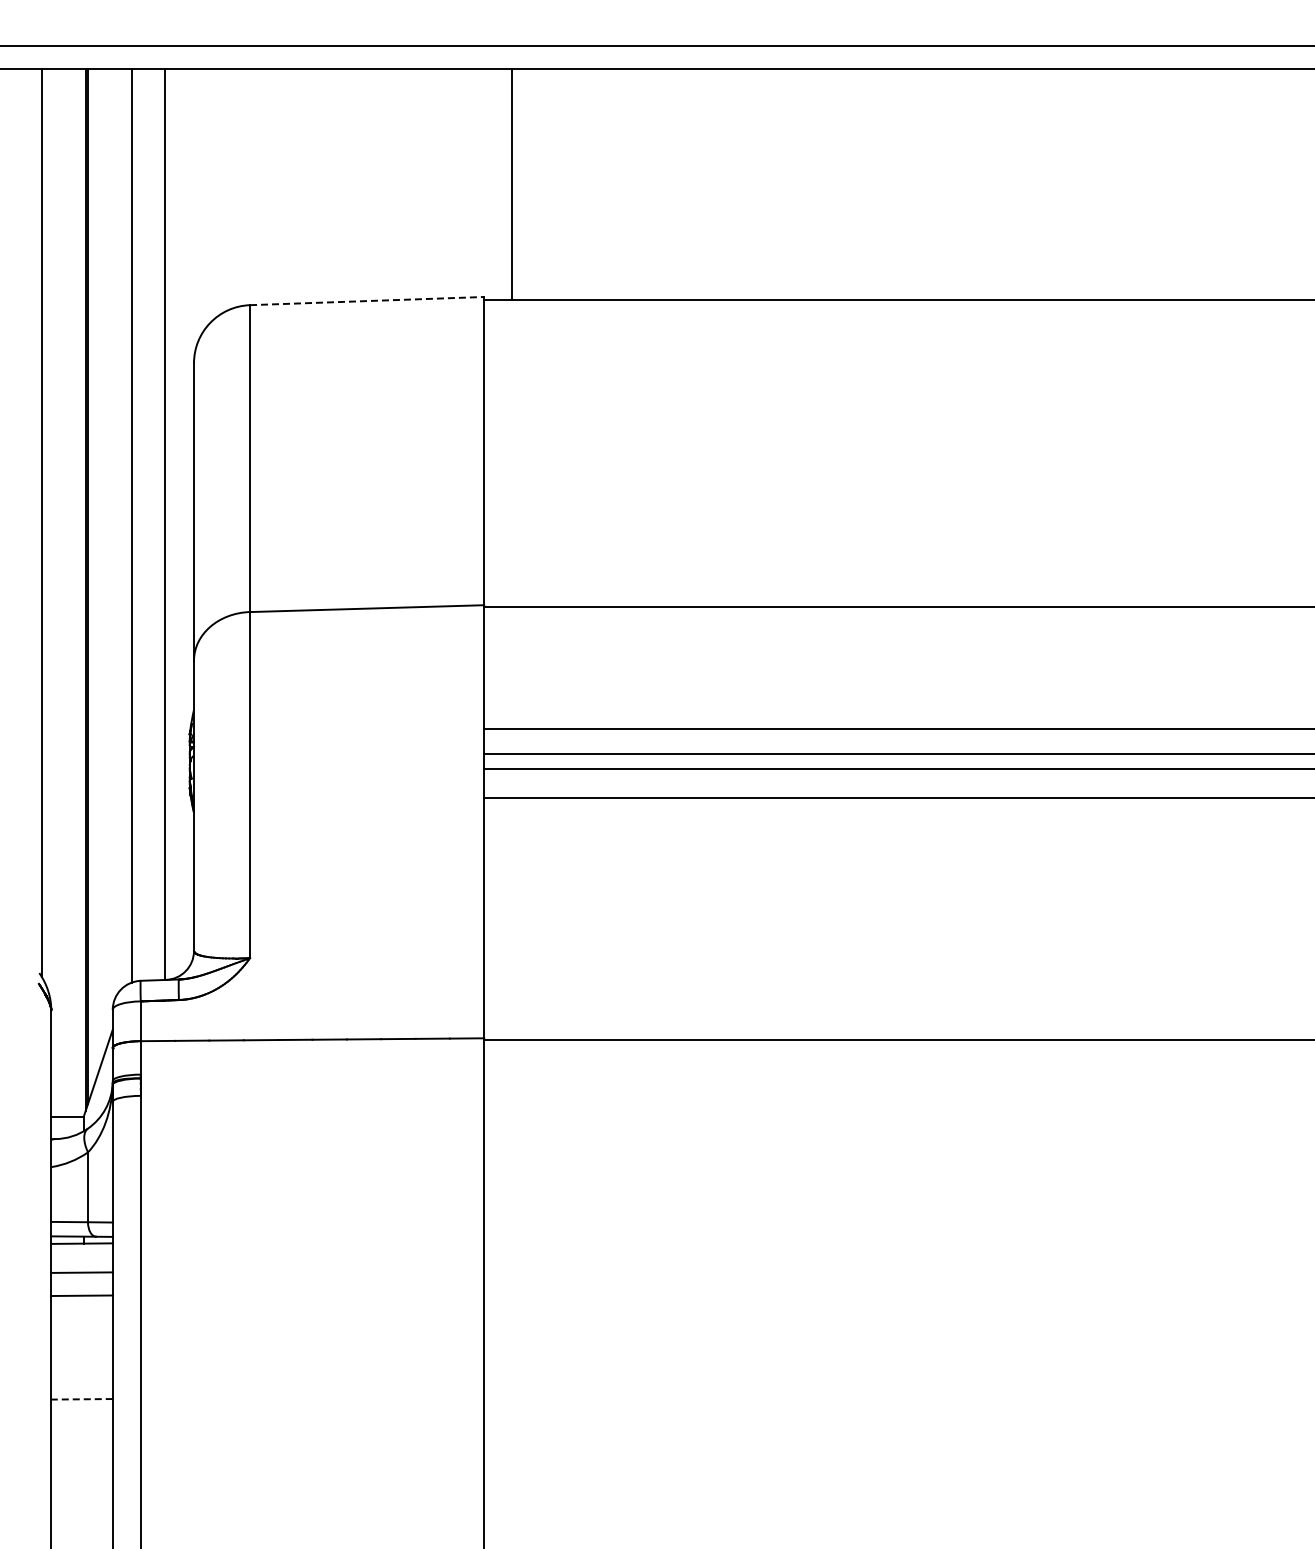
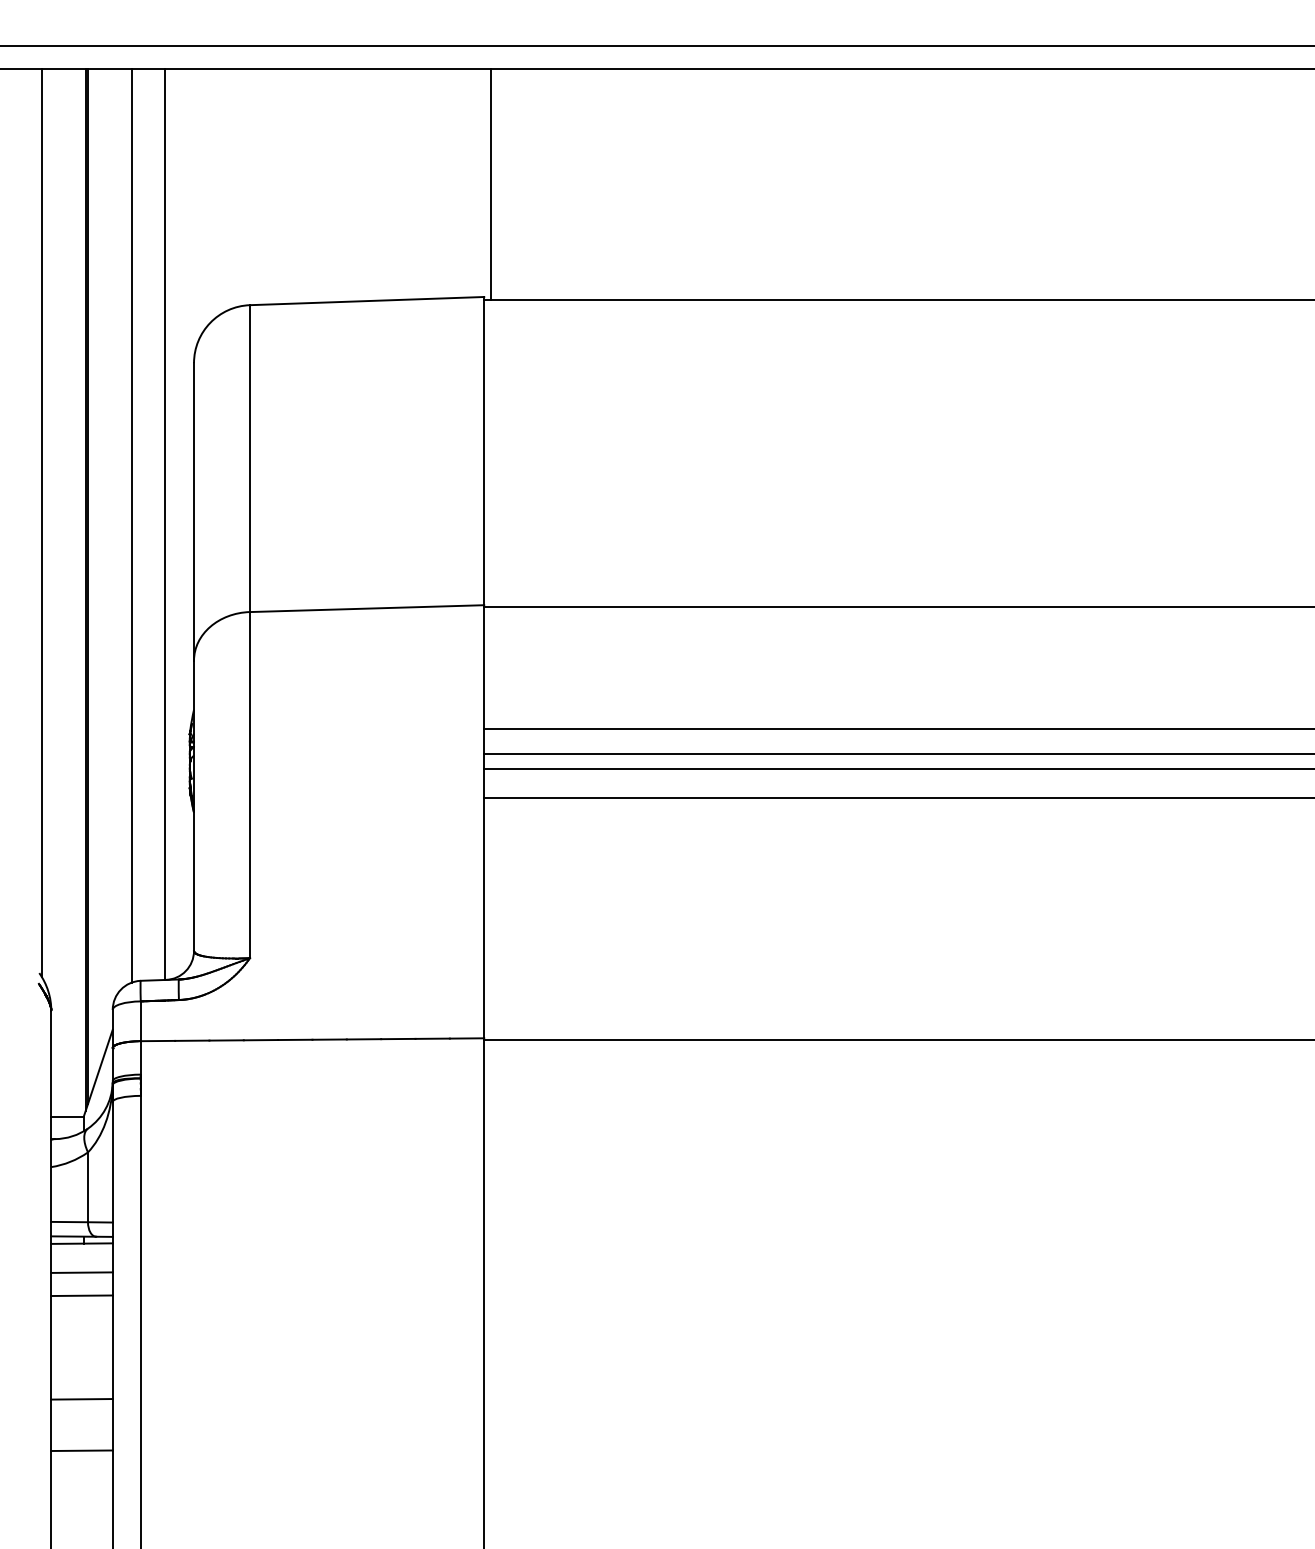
line at (512, 184) position: (512, 184) -> (491, 184)
line at (367, 301): dashed -> solid
line at (82, 1399): dashed -> solid
line at (81, 1450): none -> present
